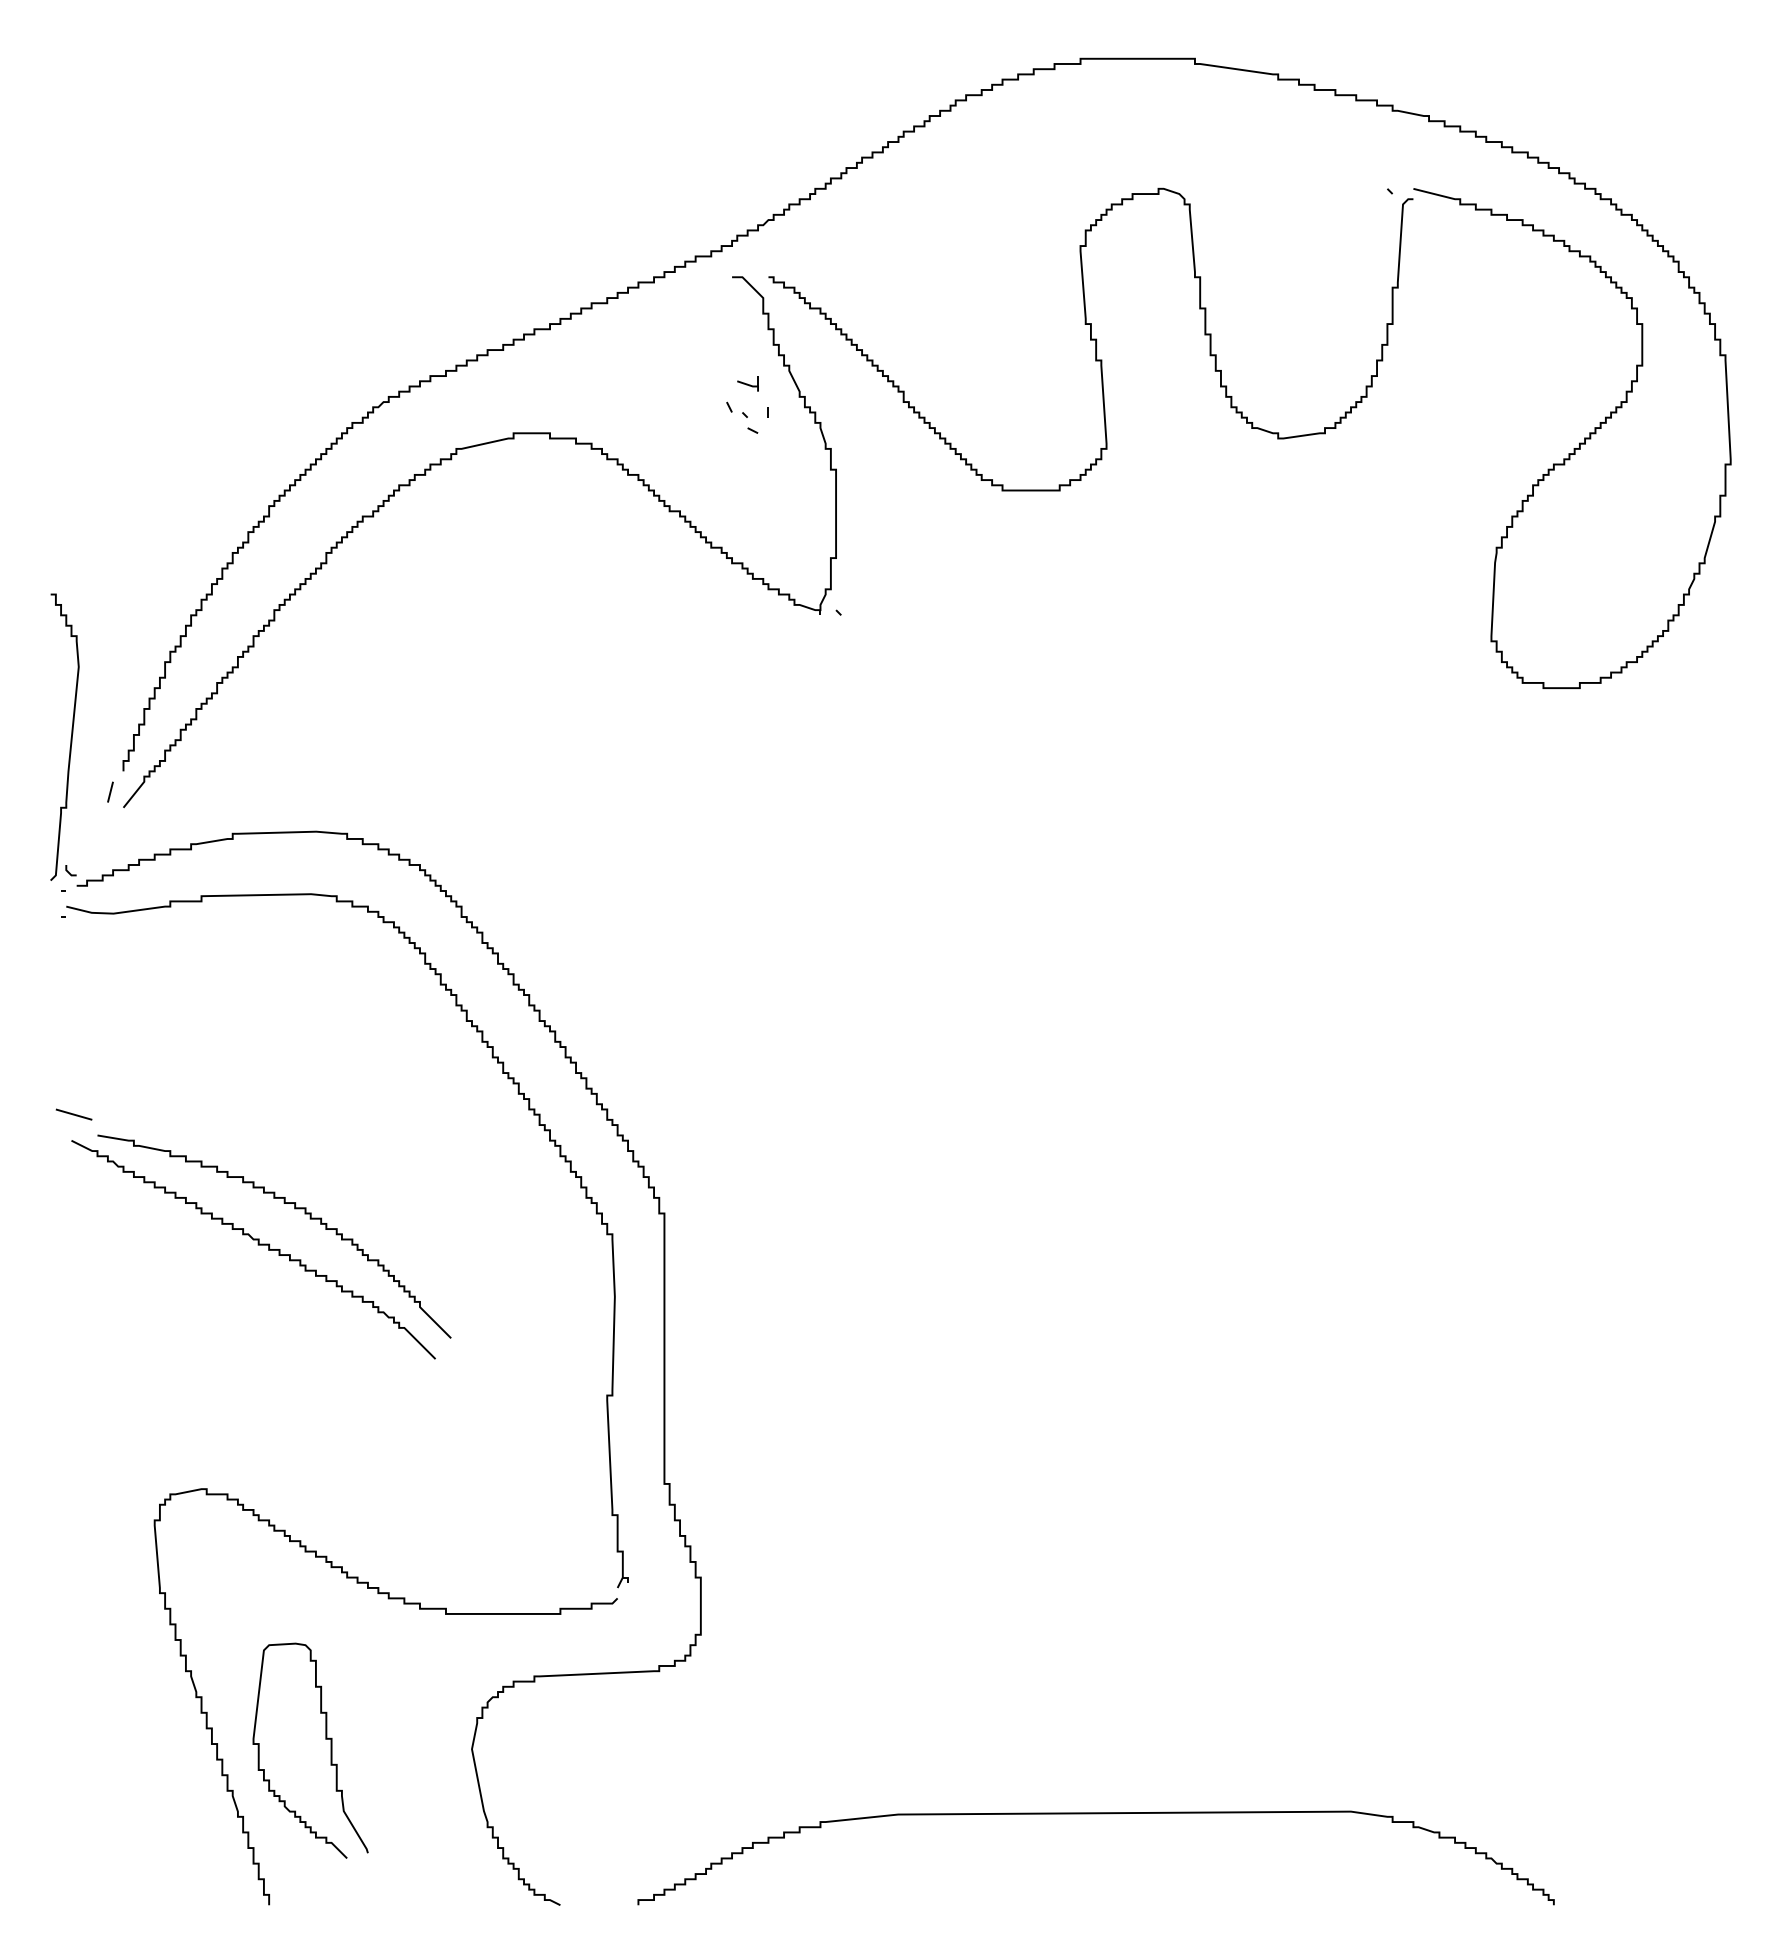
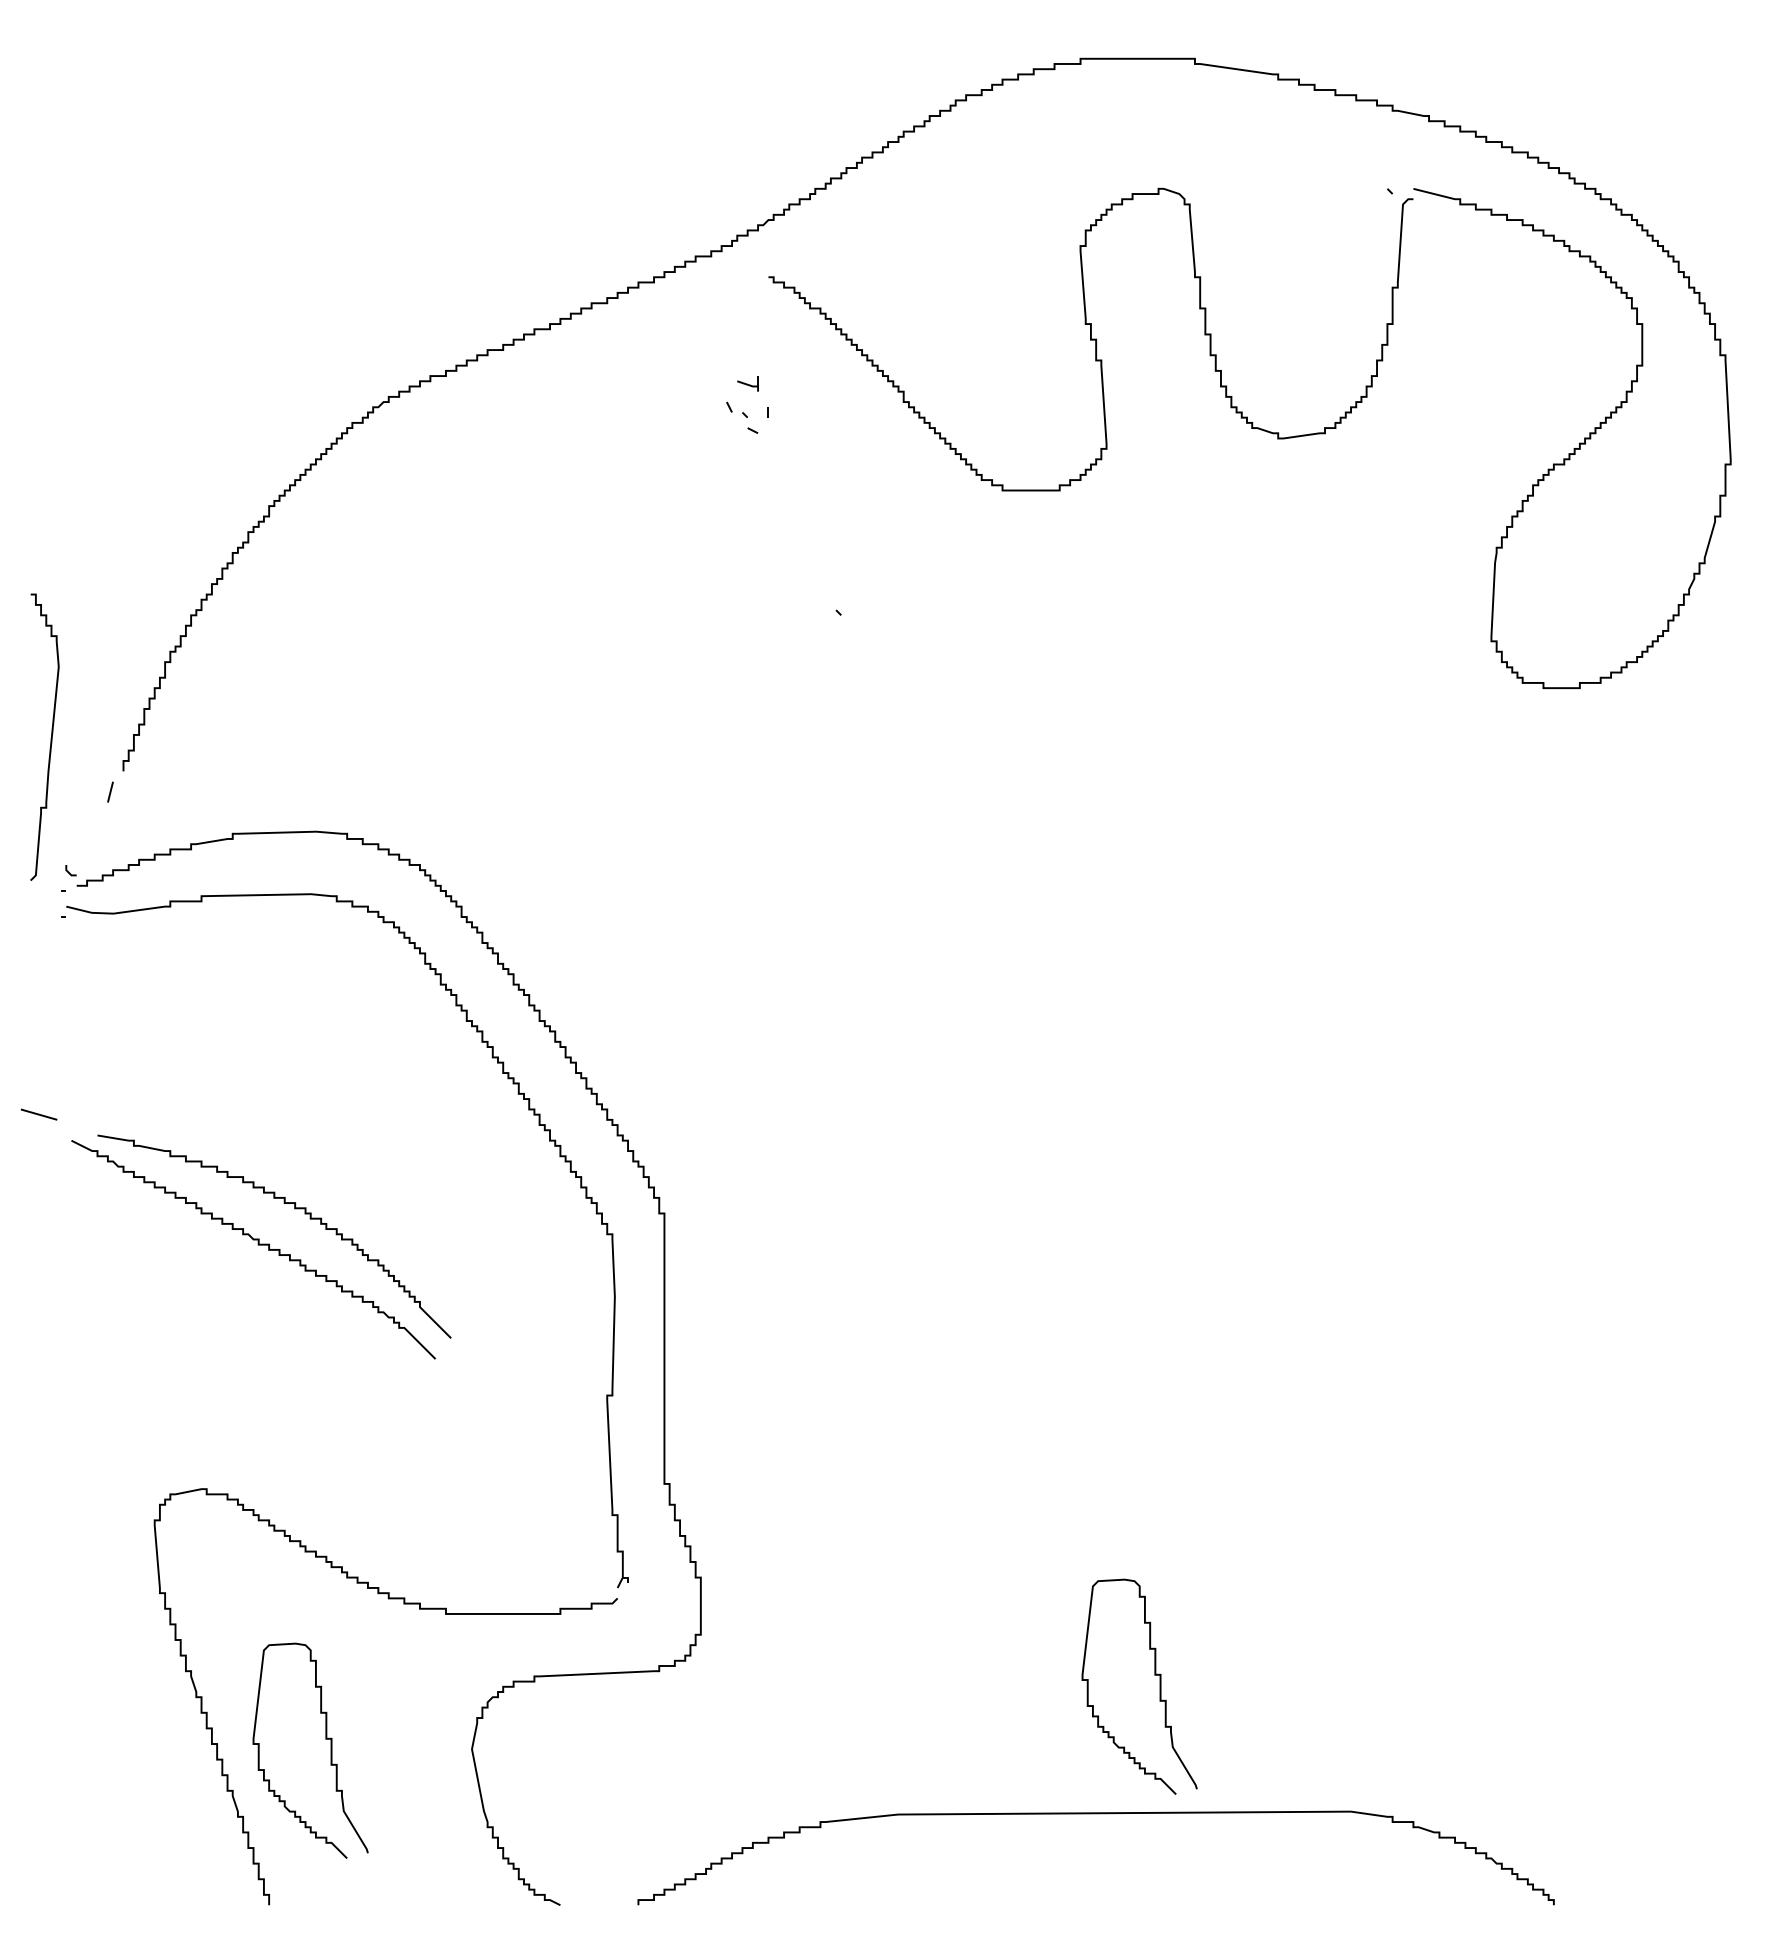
part at (426, 475): present -> none
curve at (70, 737) position: (70, 737) -> (50, 737)
line at (73, 1114) position: (73, 1114) -> (38, 1114)
curve at (1154, 1675): none -> present
